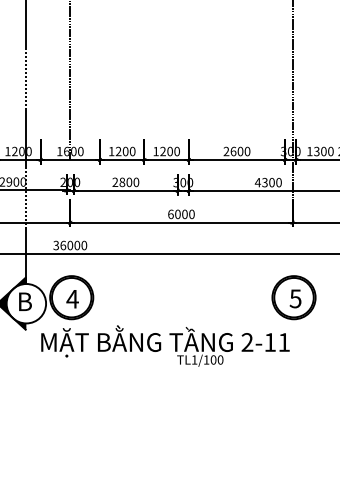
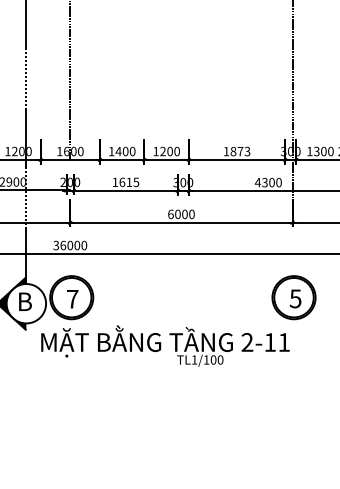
text at (118, 151): 1200 -> 1400
text at (236, 151): 2600 -> 1873
text at (125, 182): 2800 -> 1615
text at (72, 299): 4 -> 7
